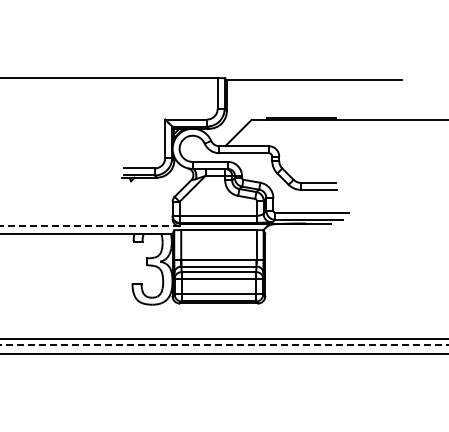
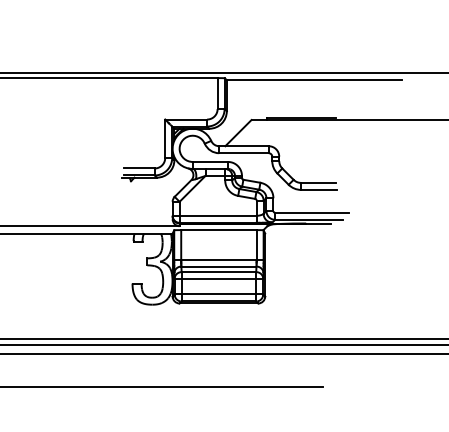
line at (223, 72): none -> present
line at (89, 226): dashed -> solid
line at (224, 345): dashed -> solid
line at (162, 387): none -> present
